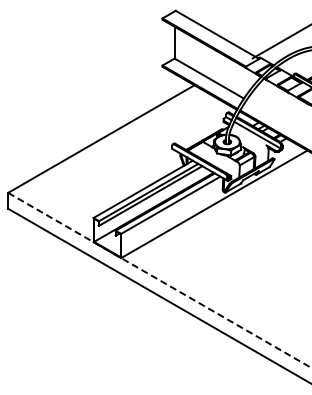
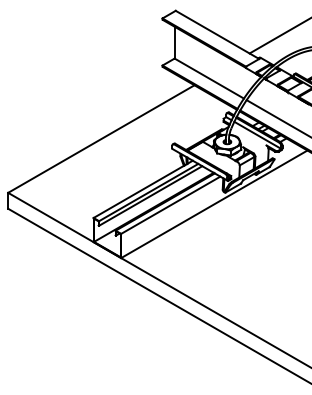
line at (280, 42) position: (280, 42) -> (278, 36)
line at (277, 117): none -> present
line at (160, 280): dashed -> solid
